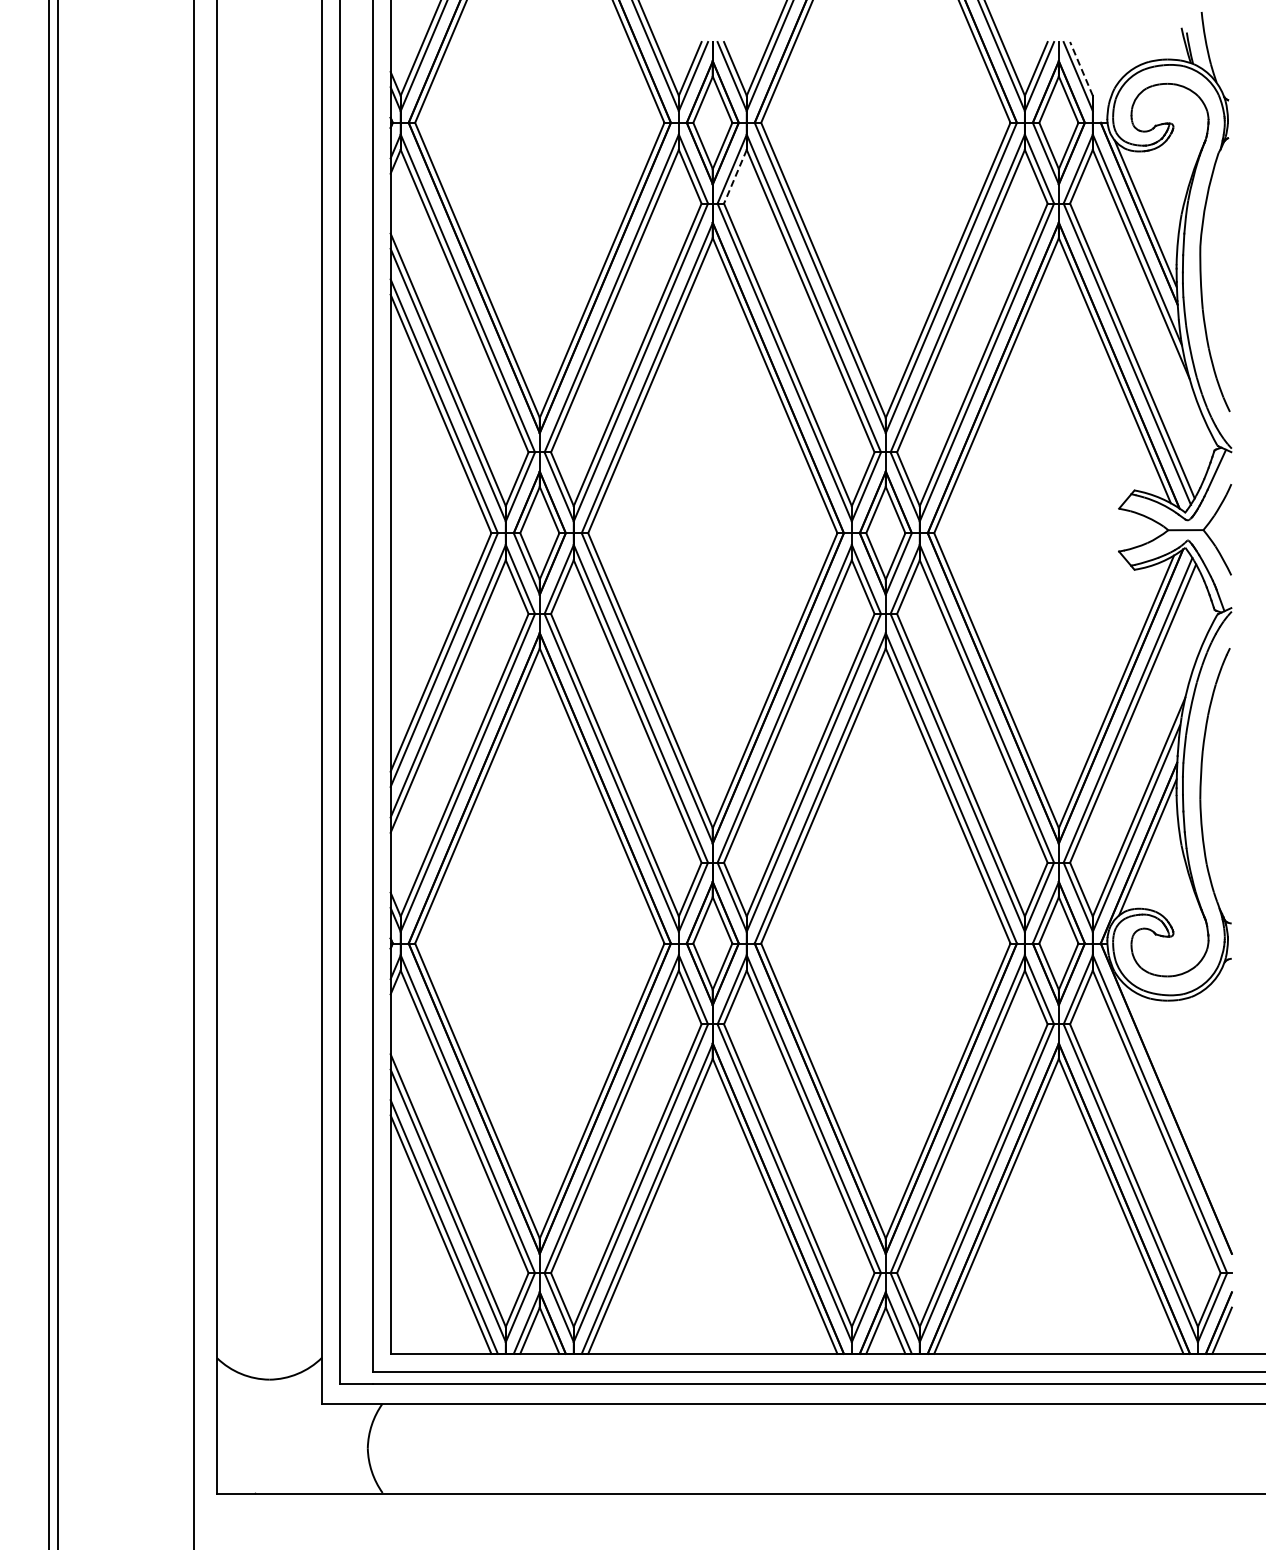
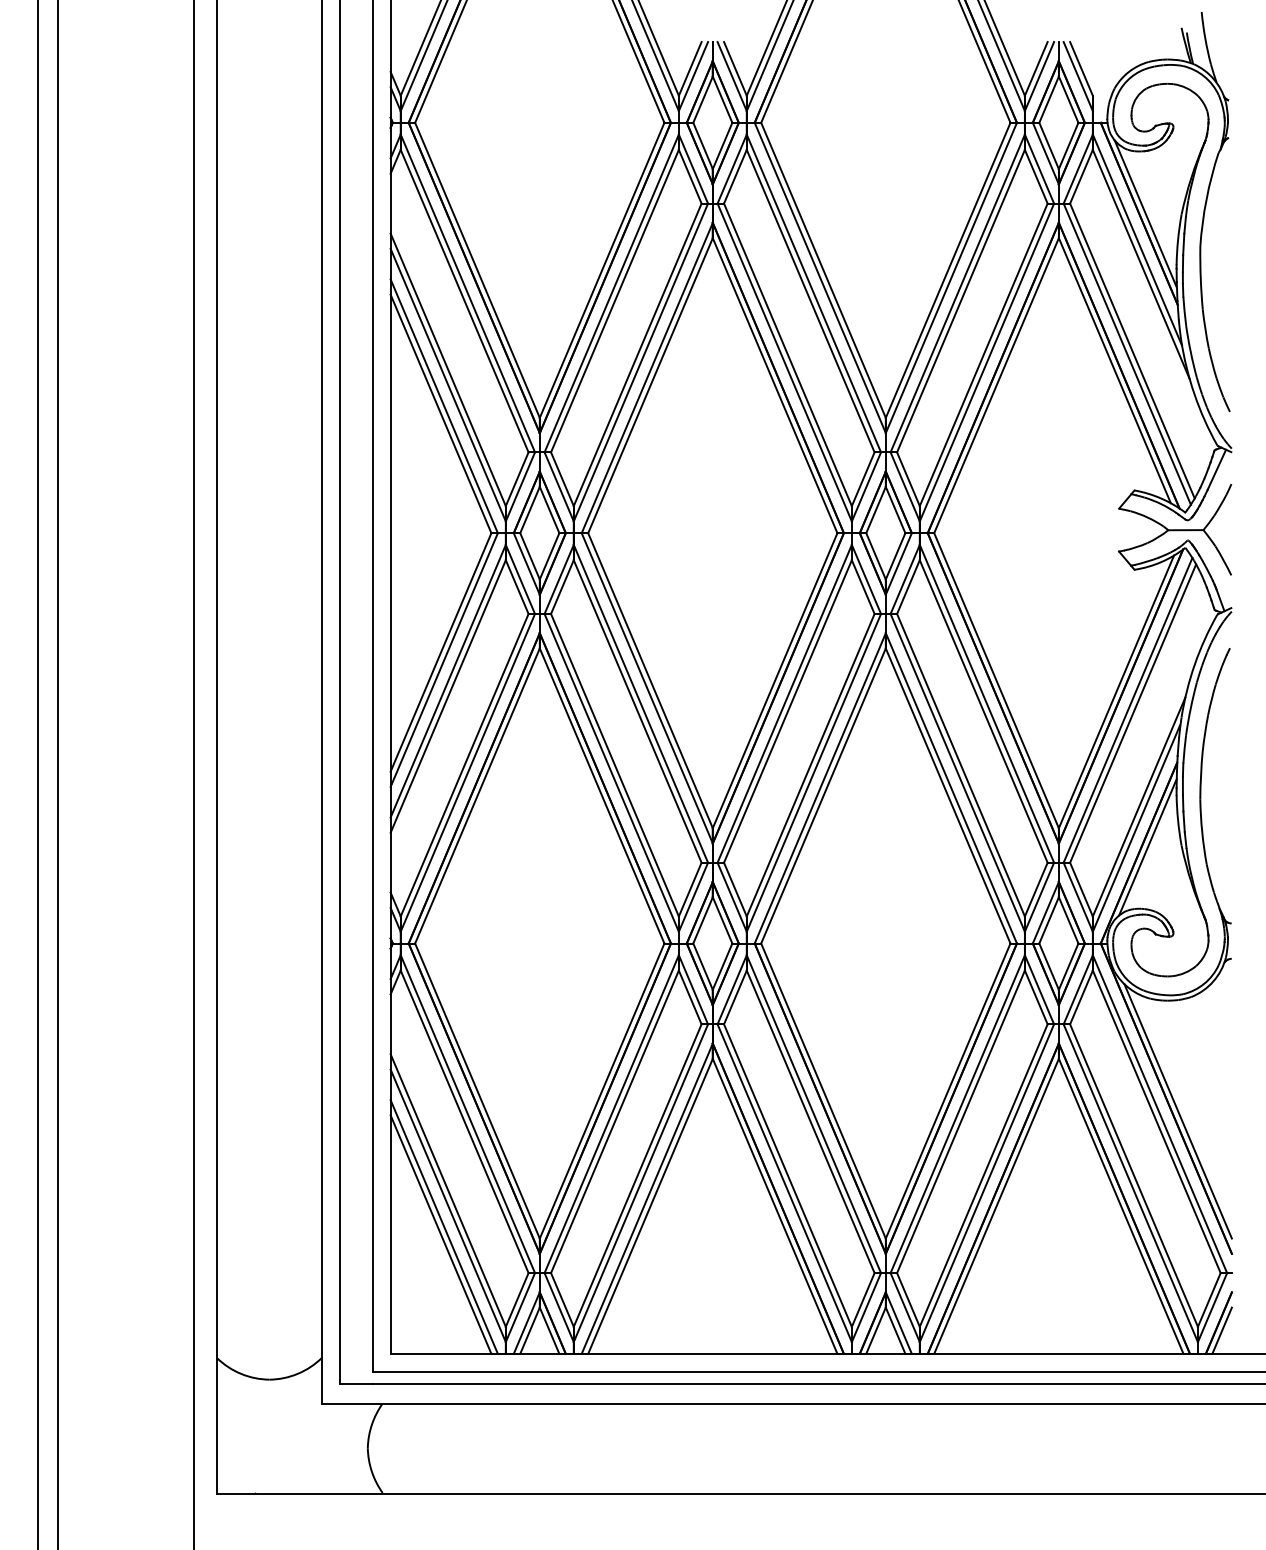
line at (1081, 68): dashed -> solid
line at (735, 177): dashed -> solid
line at (48, 774) position: (48, 774) -> (37, 774)
line at (1177, 1111): none -> present
